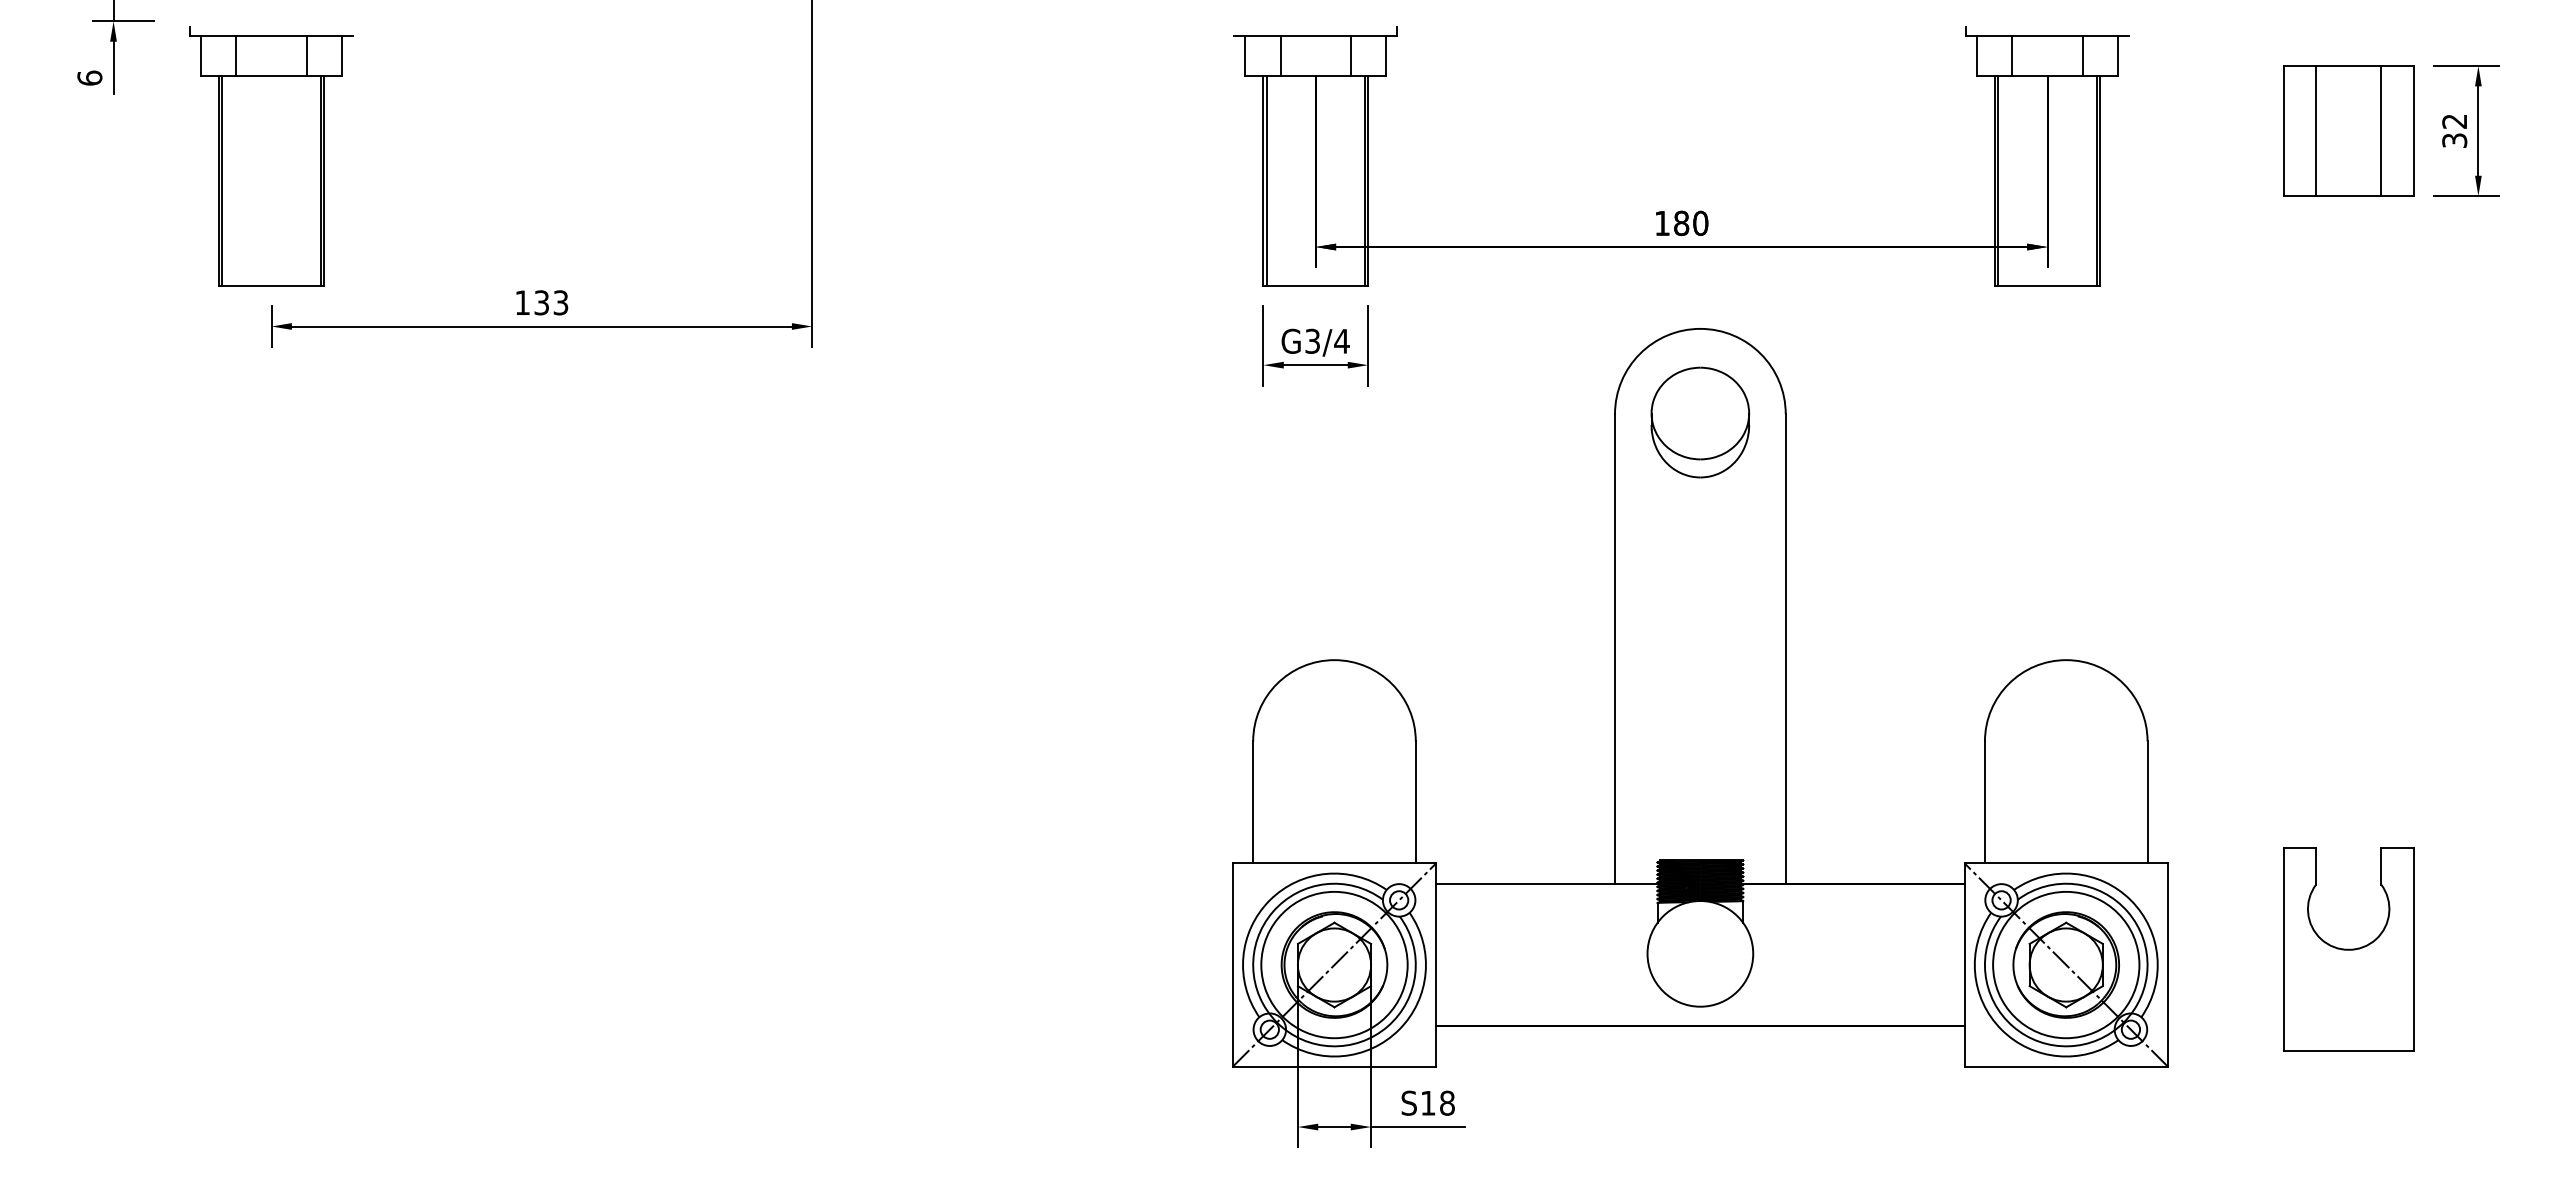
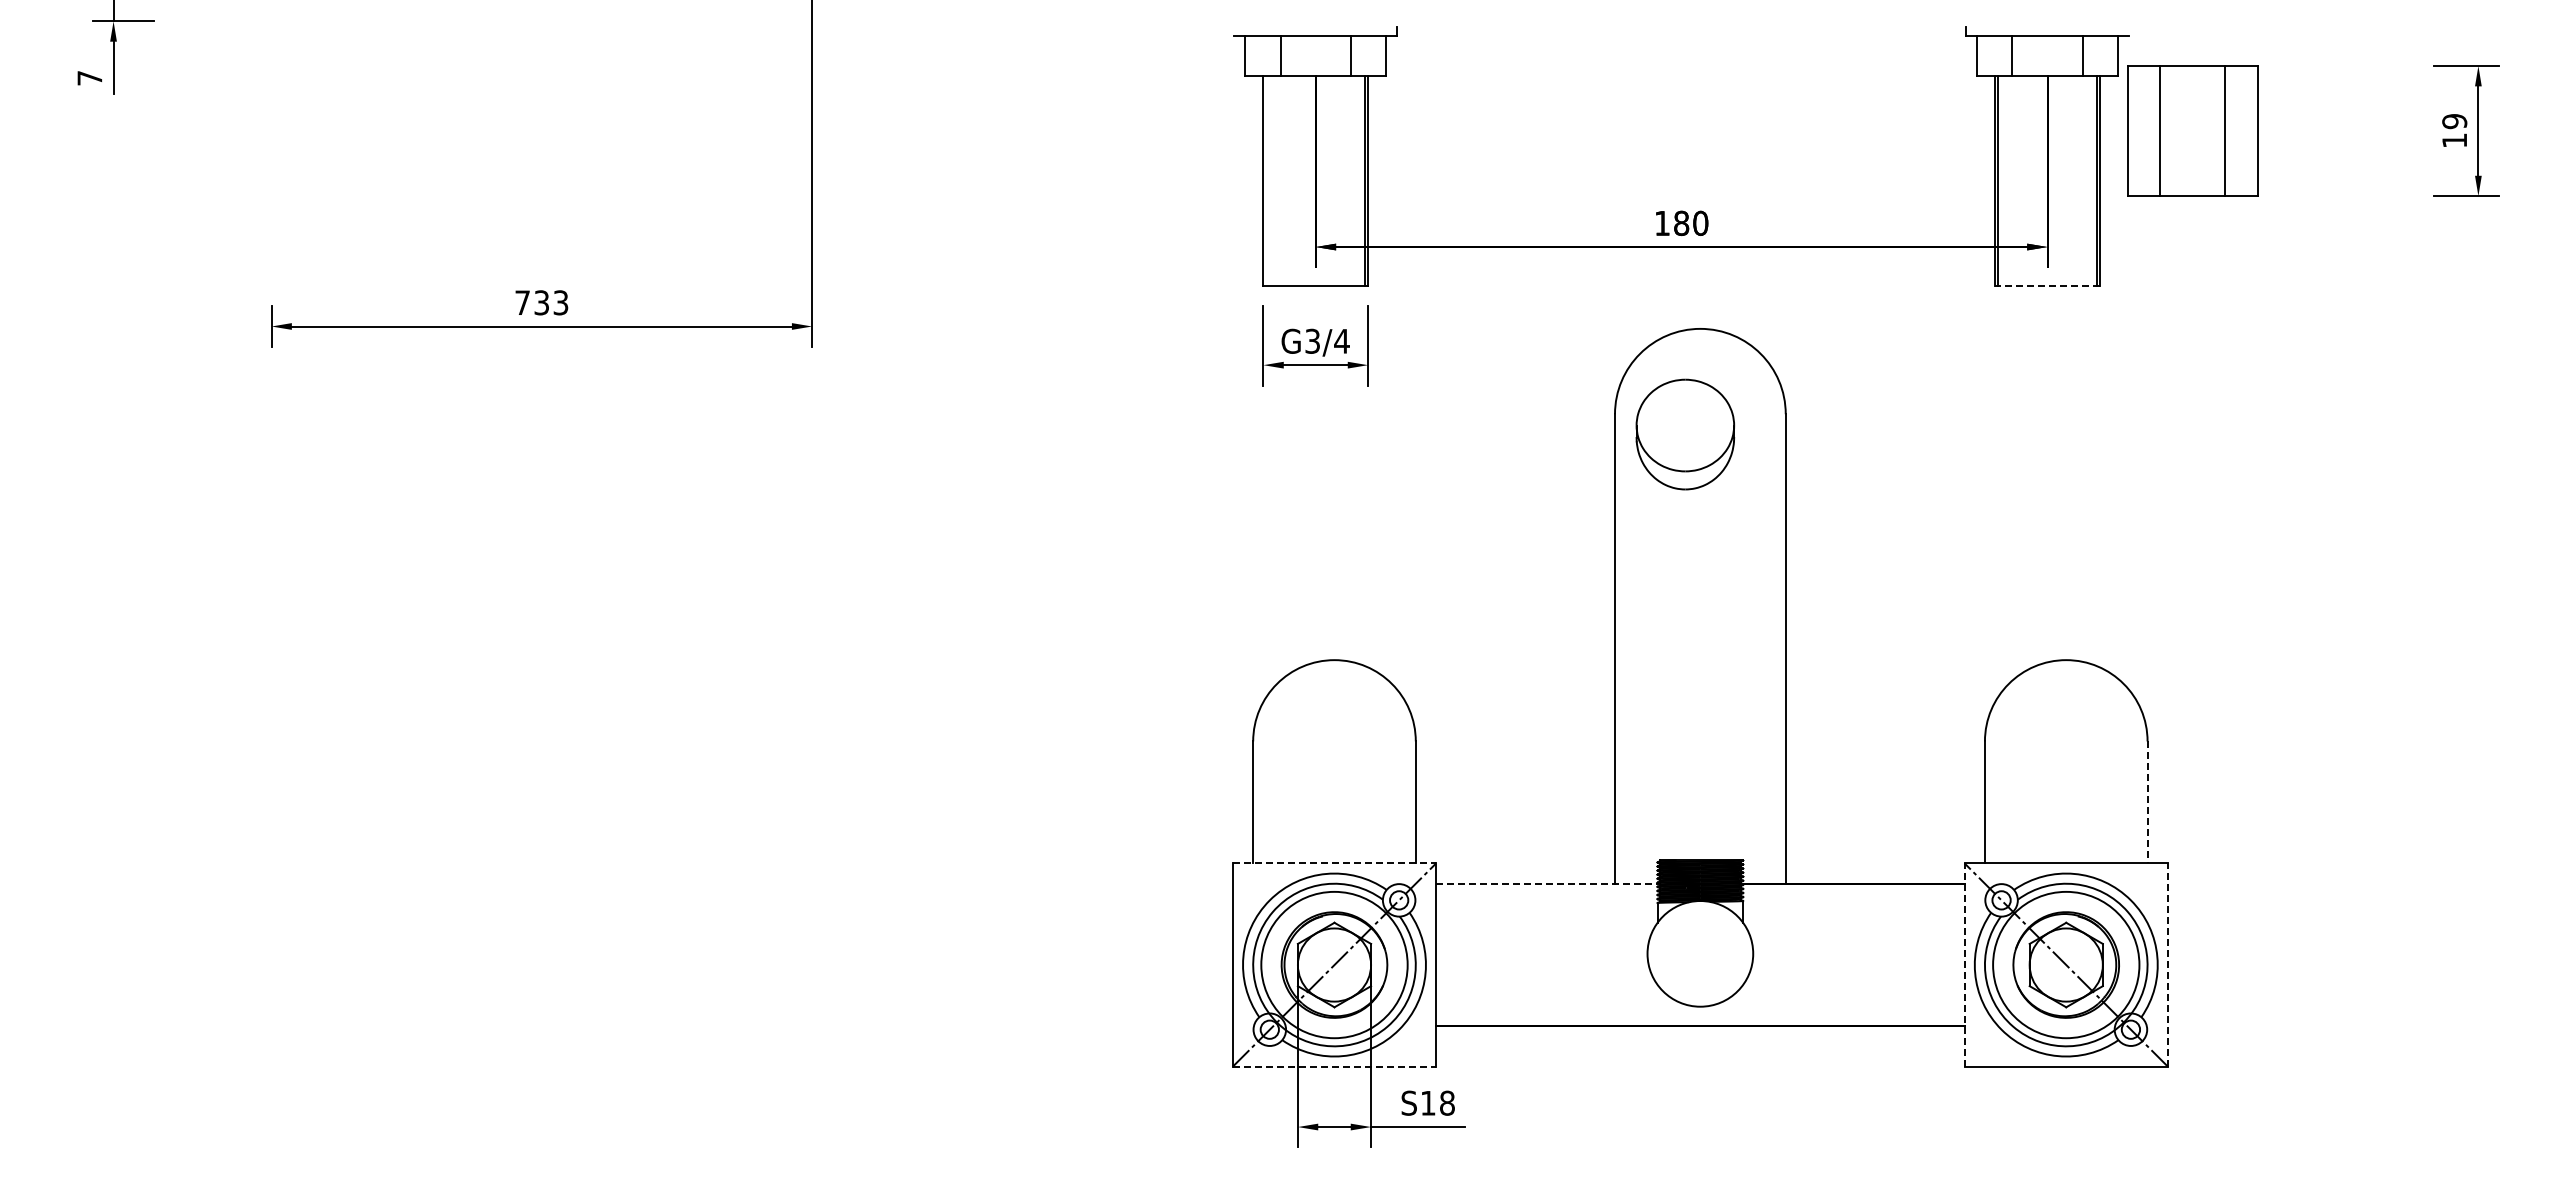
text at (89, 77): 6 -> 7
part at (2348, 130) position: (2348, 130) -> (2192, 130)
text at (2454, 130): 32 -> 19
part at (271, 156): present -> none
line at (1266, 180): present -> none
line at (2047, 285): solid -> dashed
text at (522, 302): 133 -> 733
part at (1700, 422) position: (1700, 422) -> (1685, 434)
line at (2147, 802): solid -> dashed
line at (1334, 863): solid -> dashed
line at (1547, 883): solid -> dashed
part at (2348, 949): present -> none
line at (1964, 965): solid -> dashed
line at (2167, 965): solid -> dashed
line at (1334, 1066): solid -> dashed
